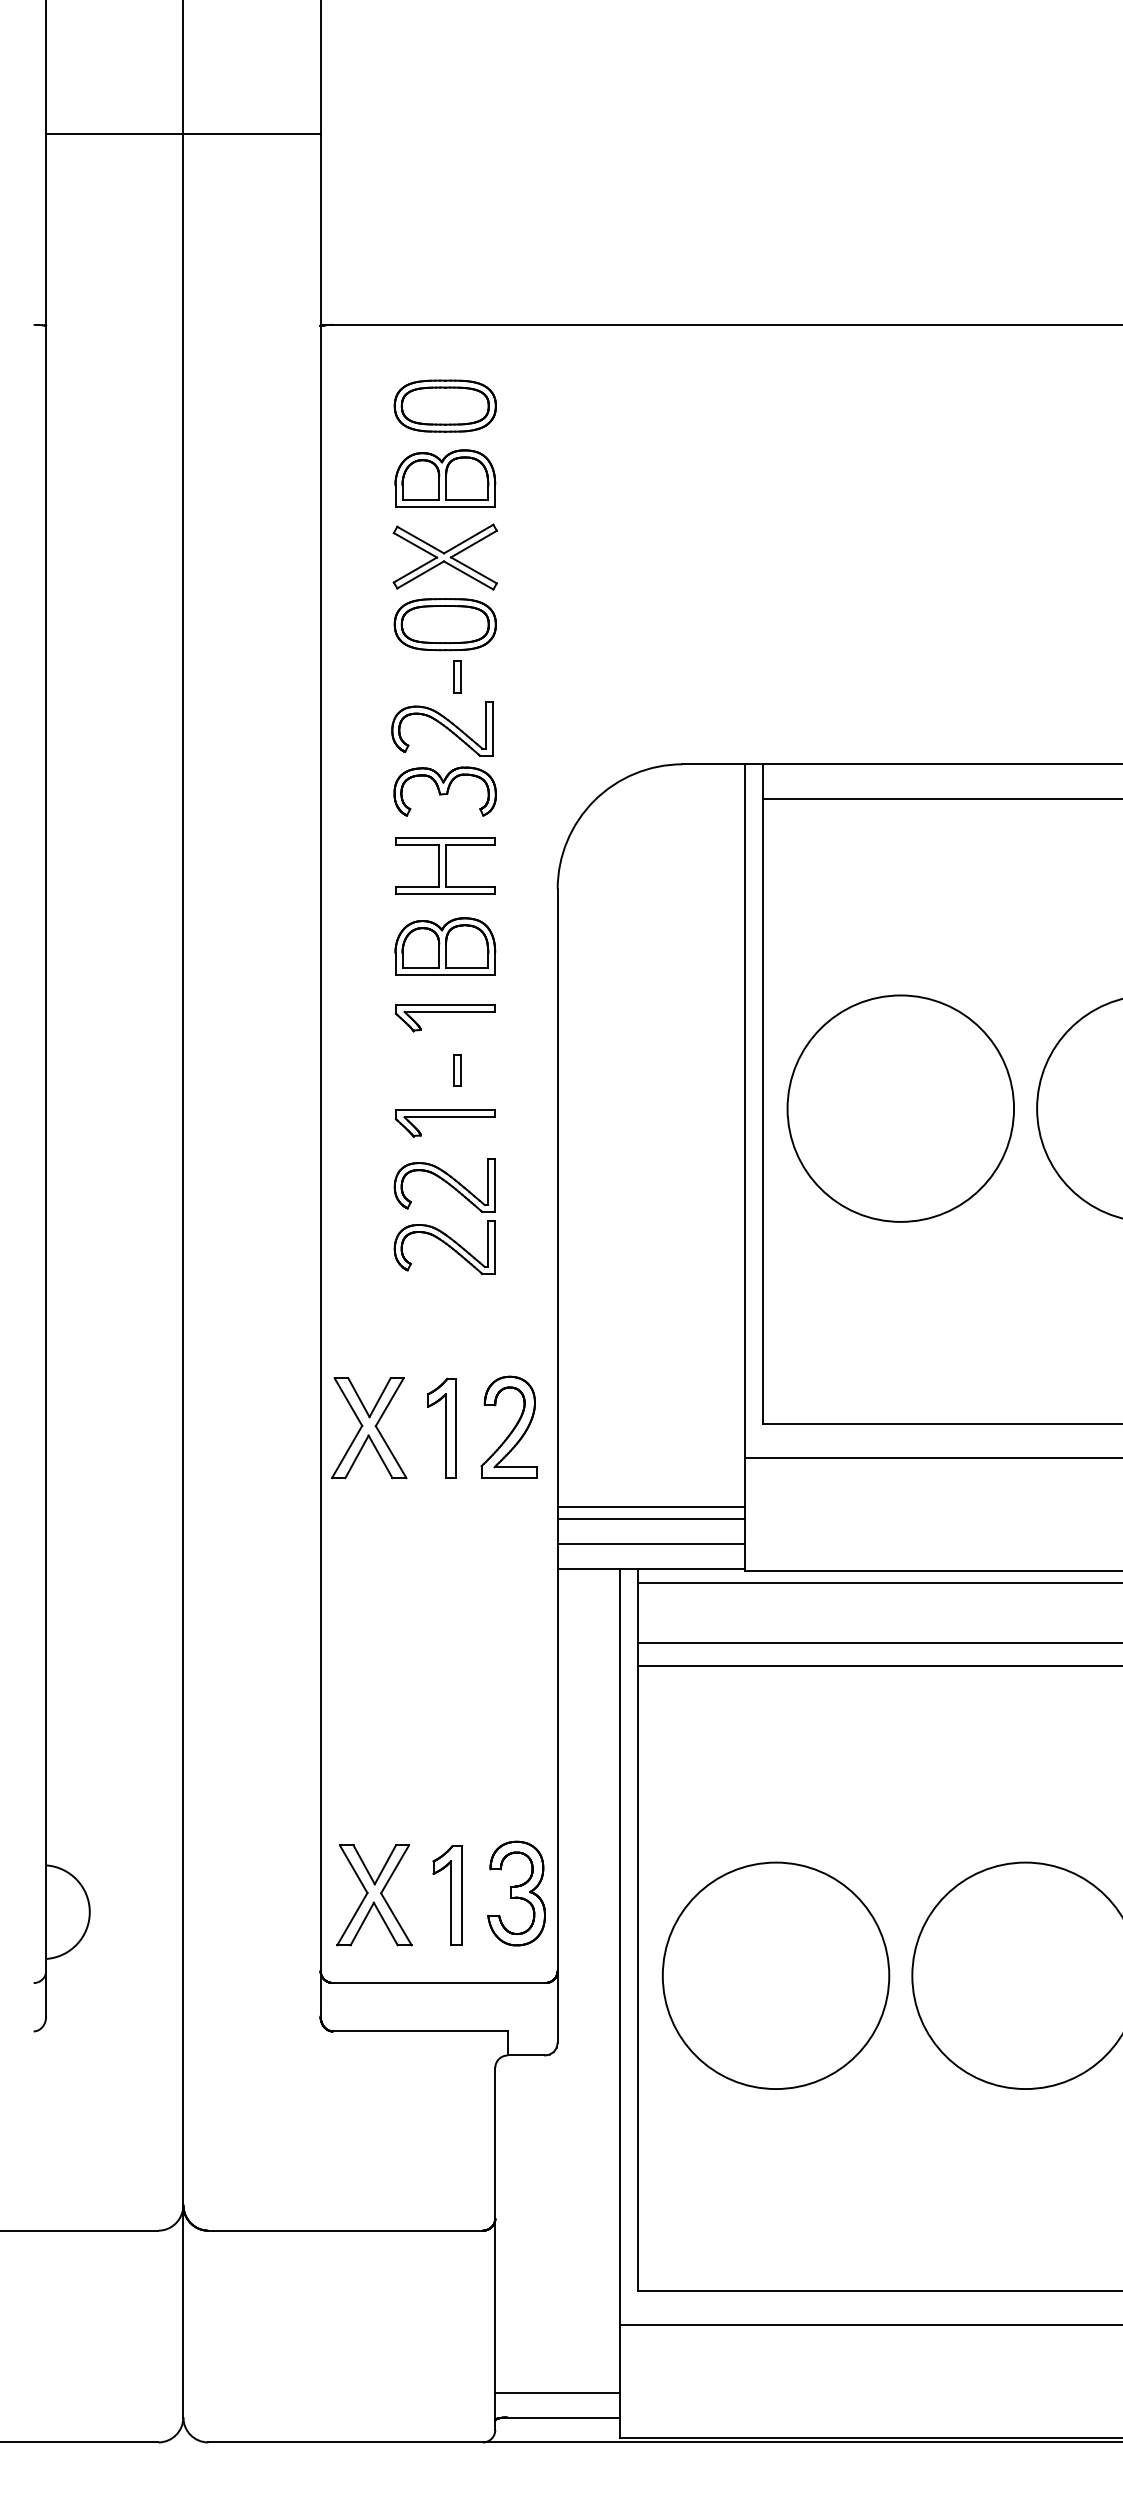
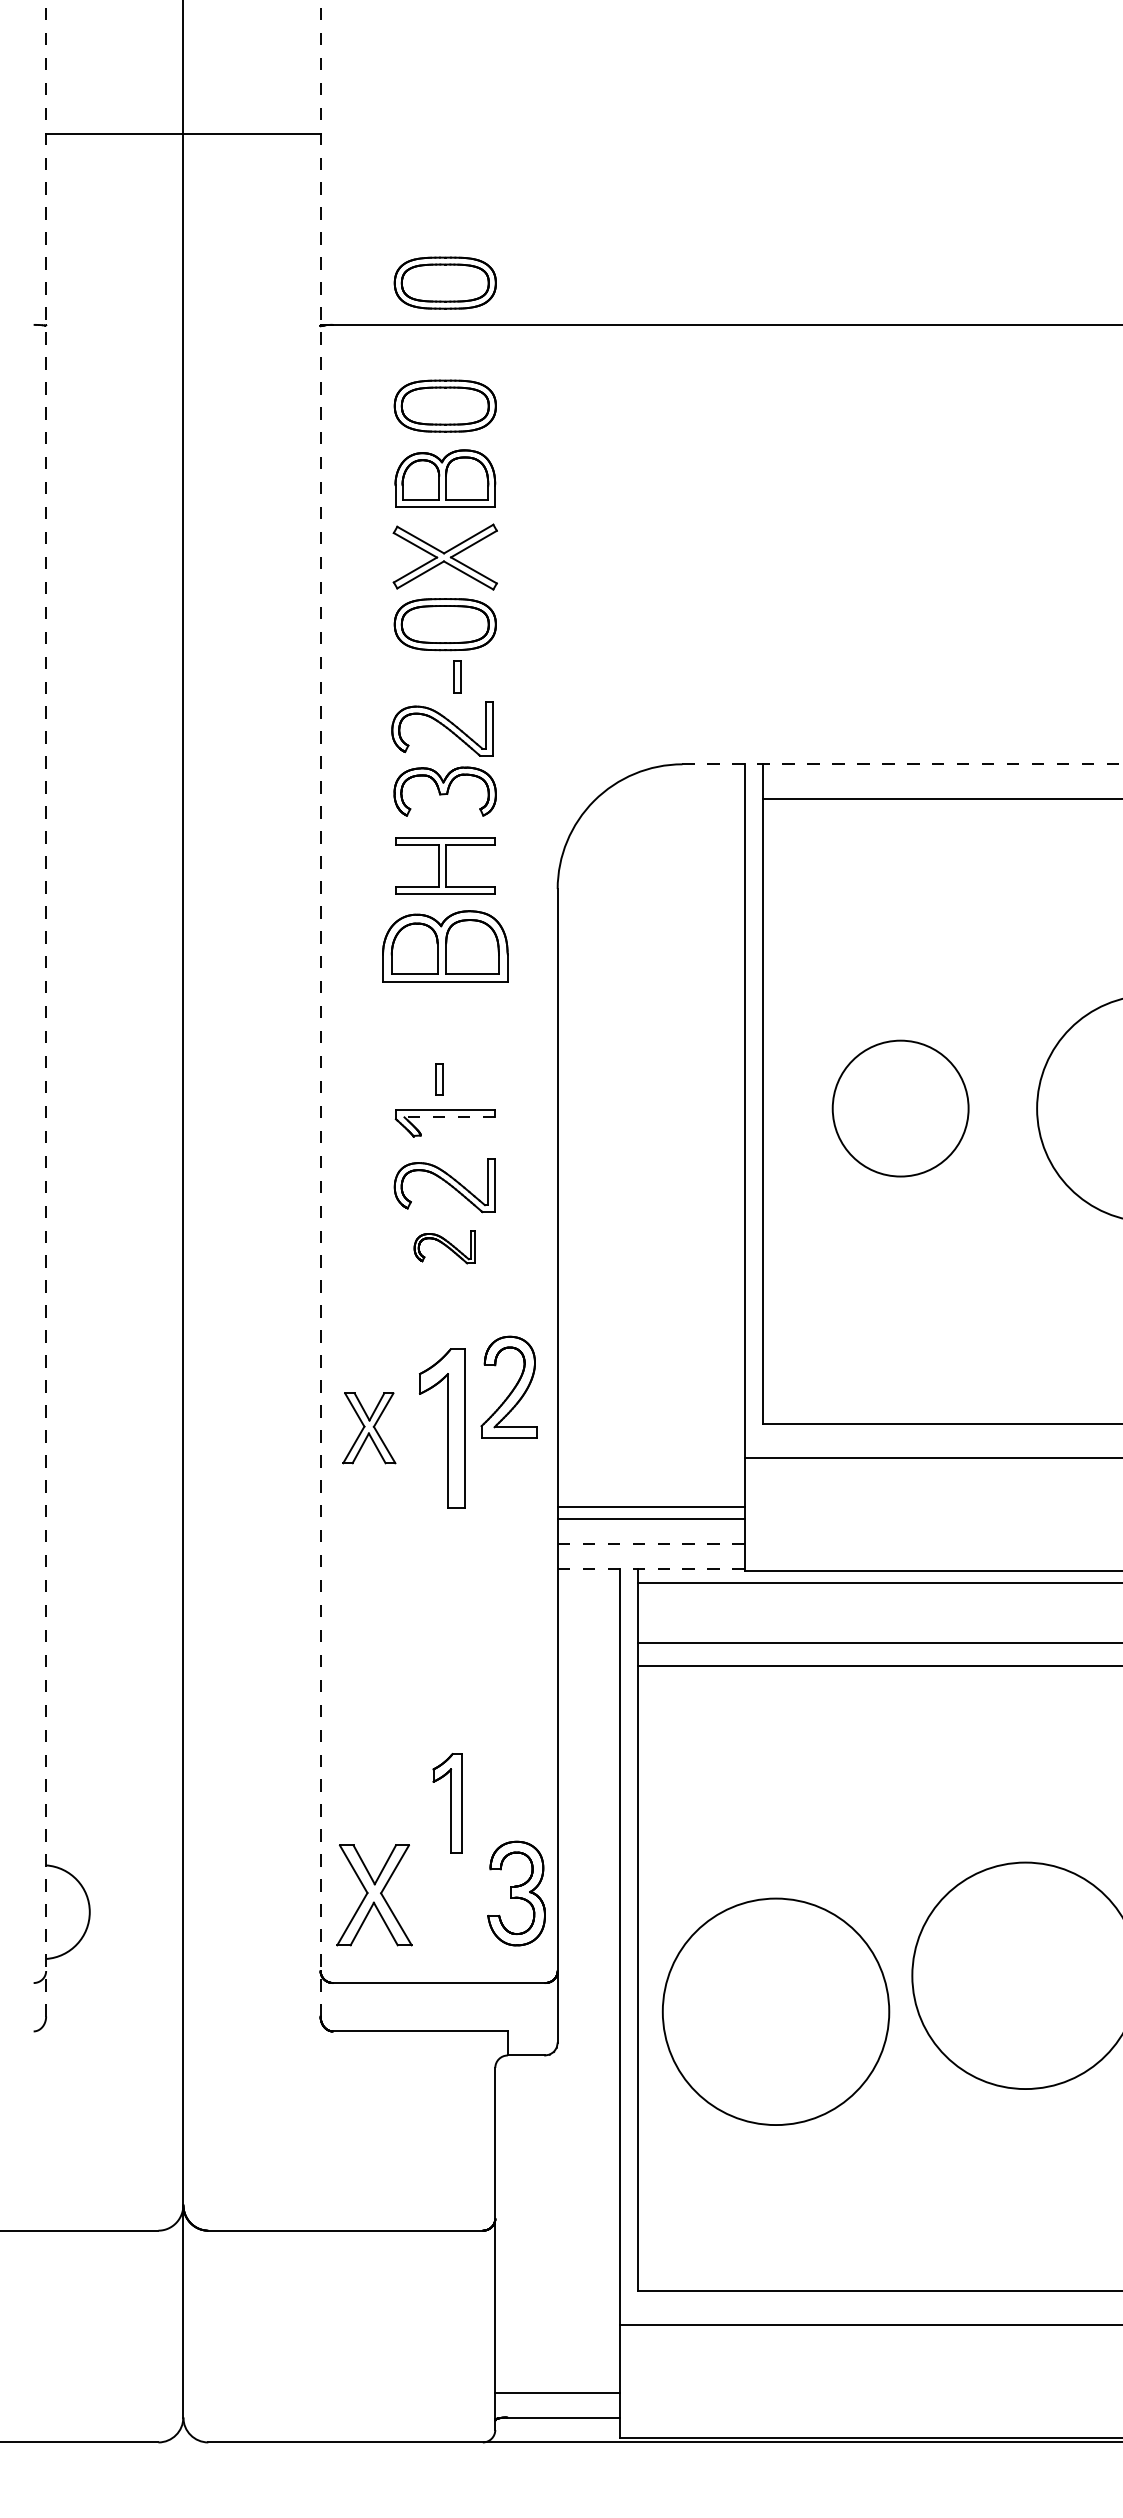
part at (444, 282): none -> present
line at (902, 764): solid -> dashed
part at (445, 946) size: 103x59 px -> 127x73 px
line at (46, 1008): solid -> dashed
line at (320, 1008): solid -> dashed
part at (444, 1018): present -> none
part at (457, 1070) position: (457, 1070) -> (439, 1079)
circle at (900, 1108) size: 229x229 px -> 139x139 px
line at (449, 1117): solid -> dashed
part at (444, 1247) size: 103x55 px -> 63x35 px
part at (508, 1426) position: (508, 1426) -> (508, 1386)
part at (441, 1427) size: 30x102 px -> 47x161 px
part at (369, 1428) size: 77x103 px -> 55x73 px
line at (651, 1544): solid -> dashed
line at (651, 1569): solid -> dashed
part at (447, 1895) position: (447, 1895) -> (447, 1803)
circle at (775, 1975) position: (775, 1975) -> (775, 2011)
